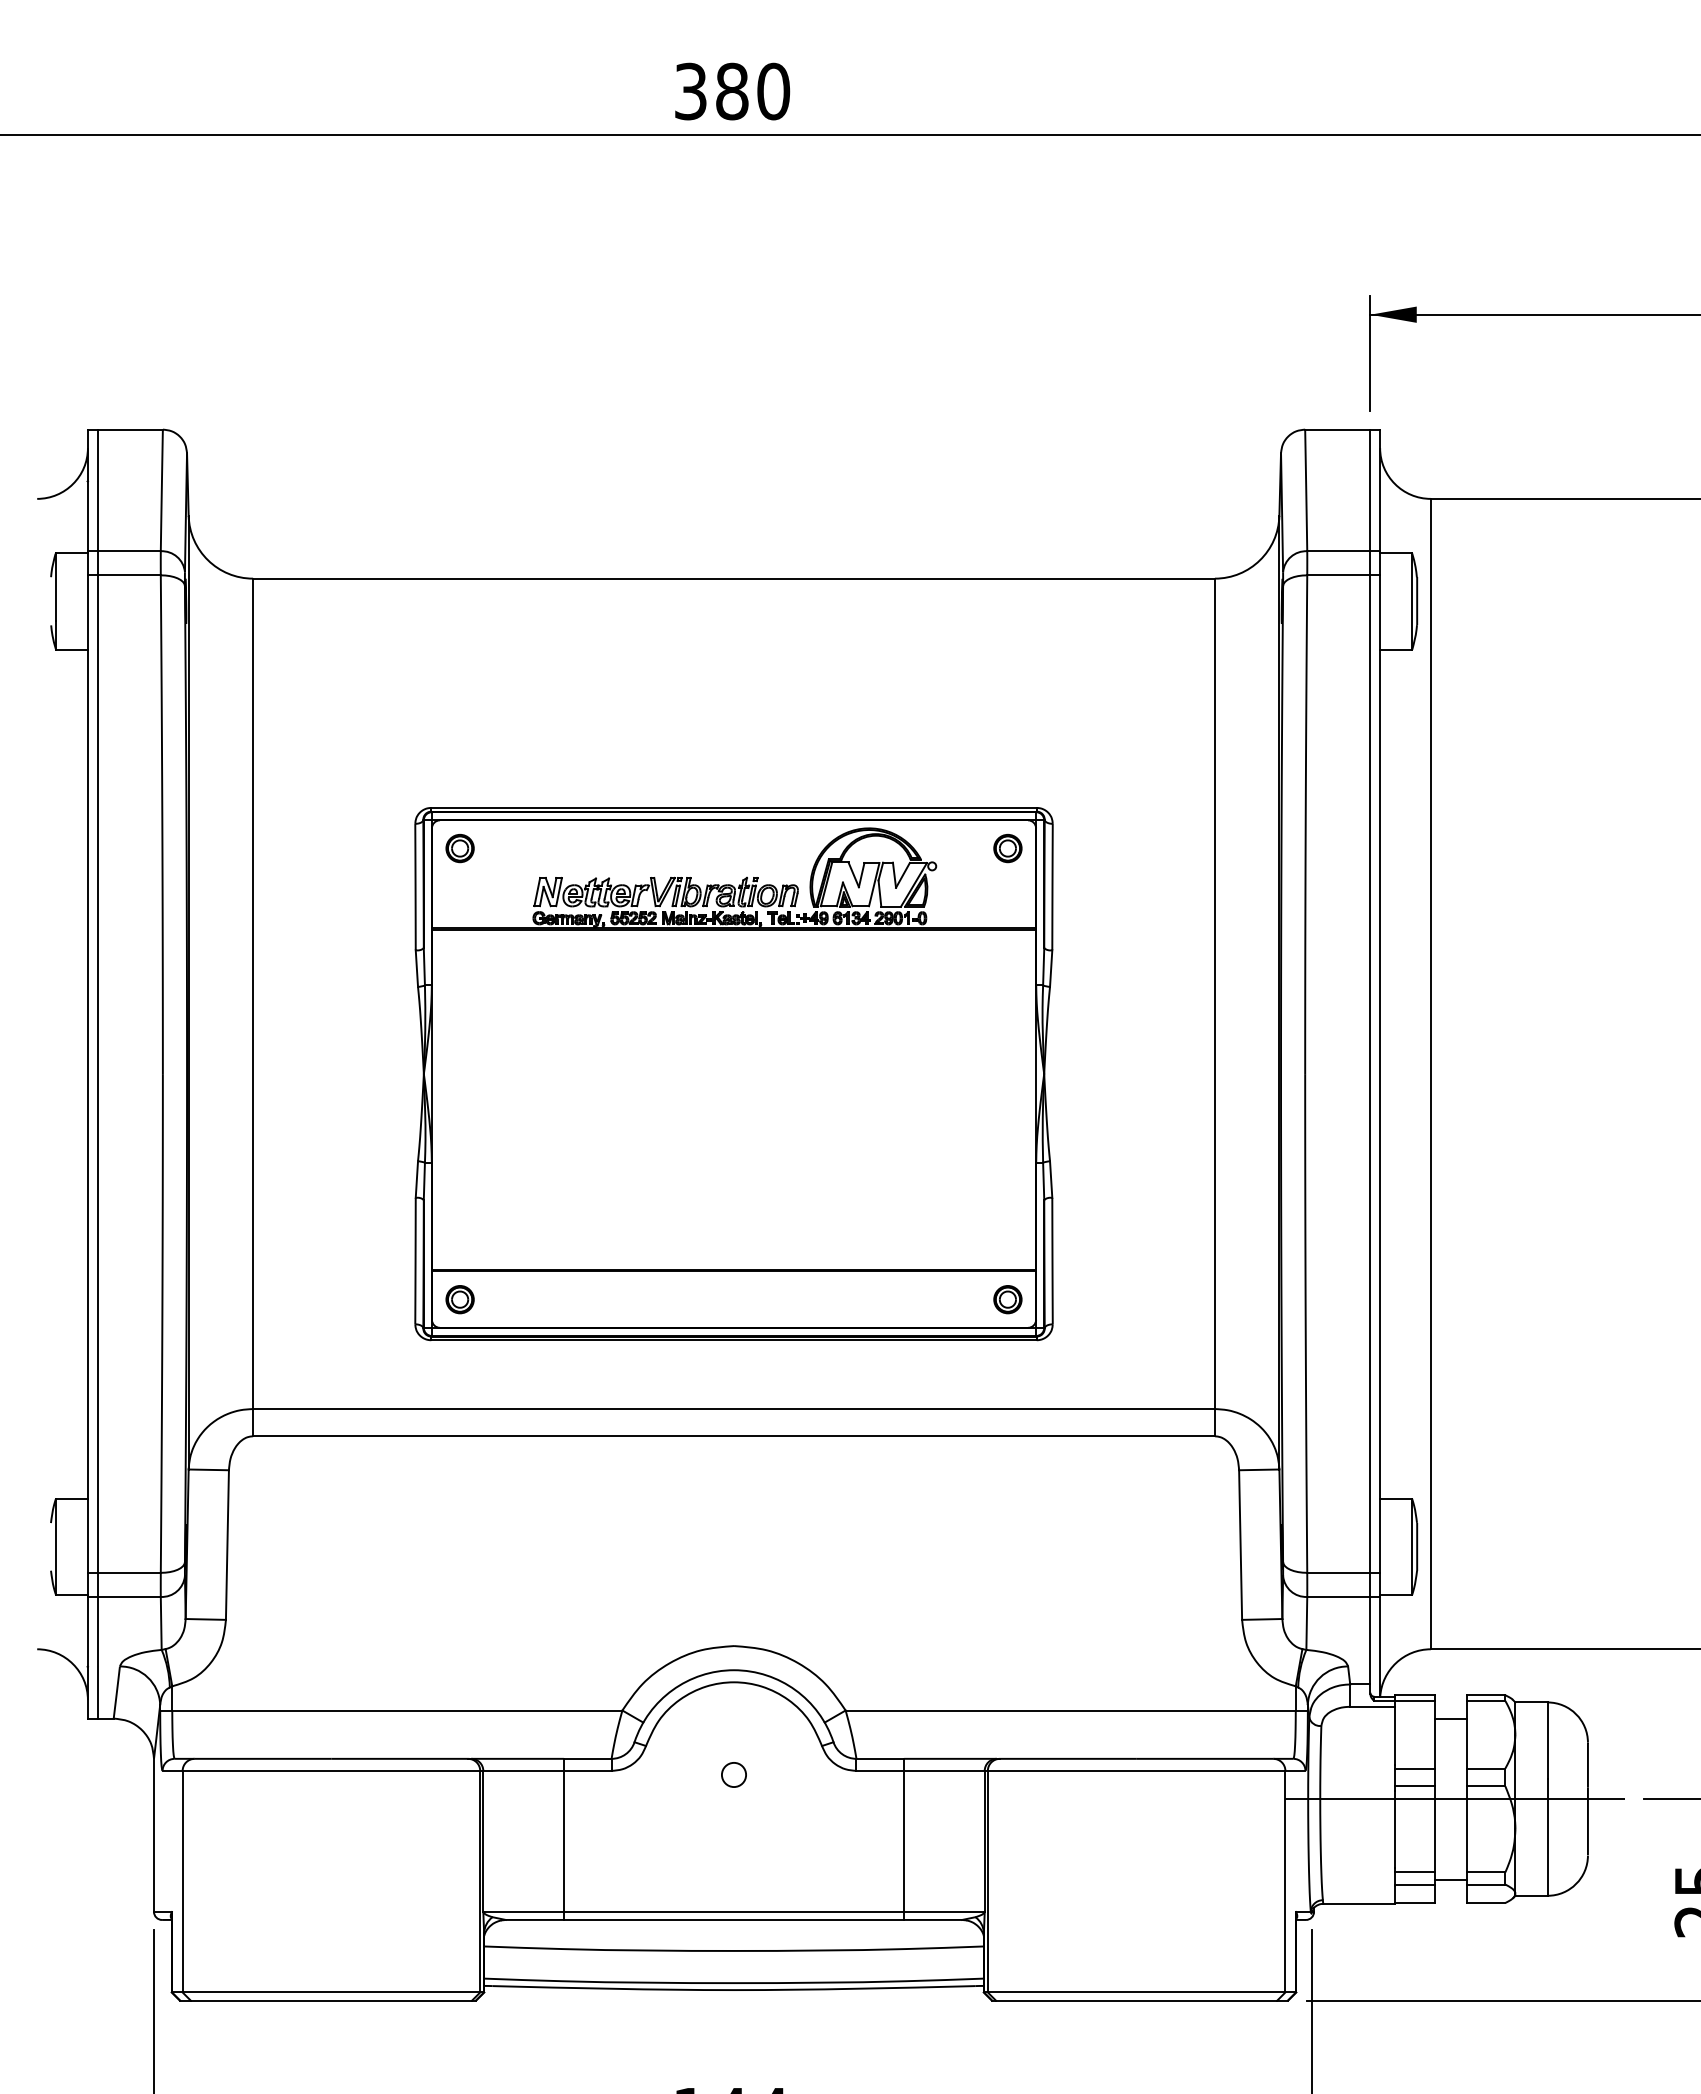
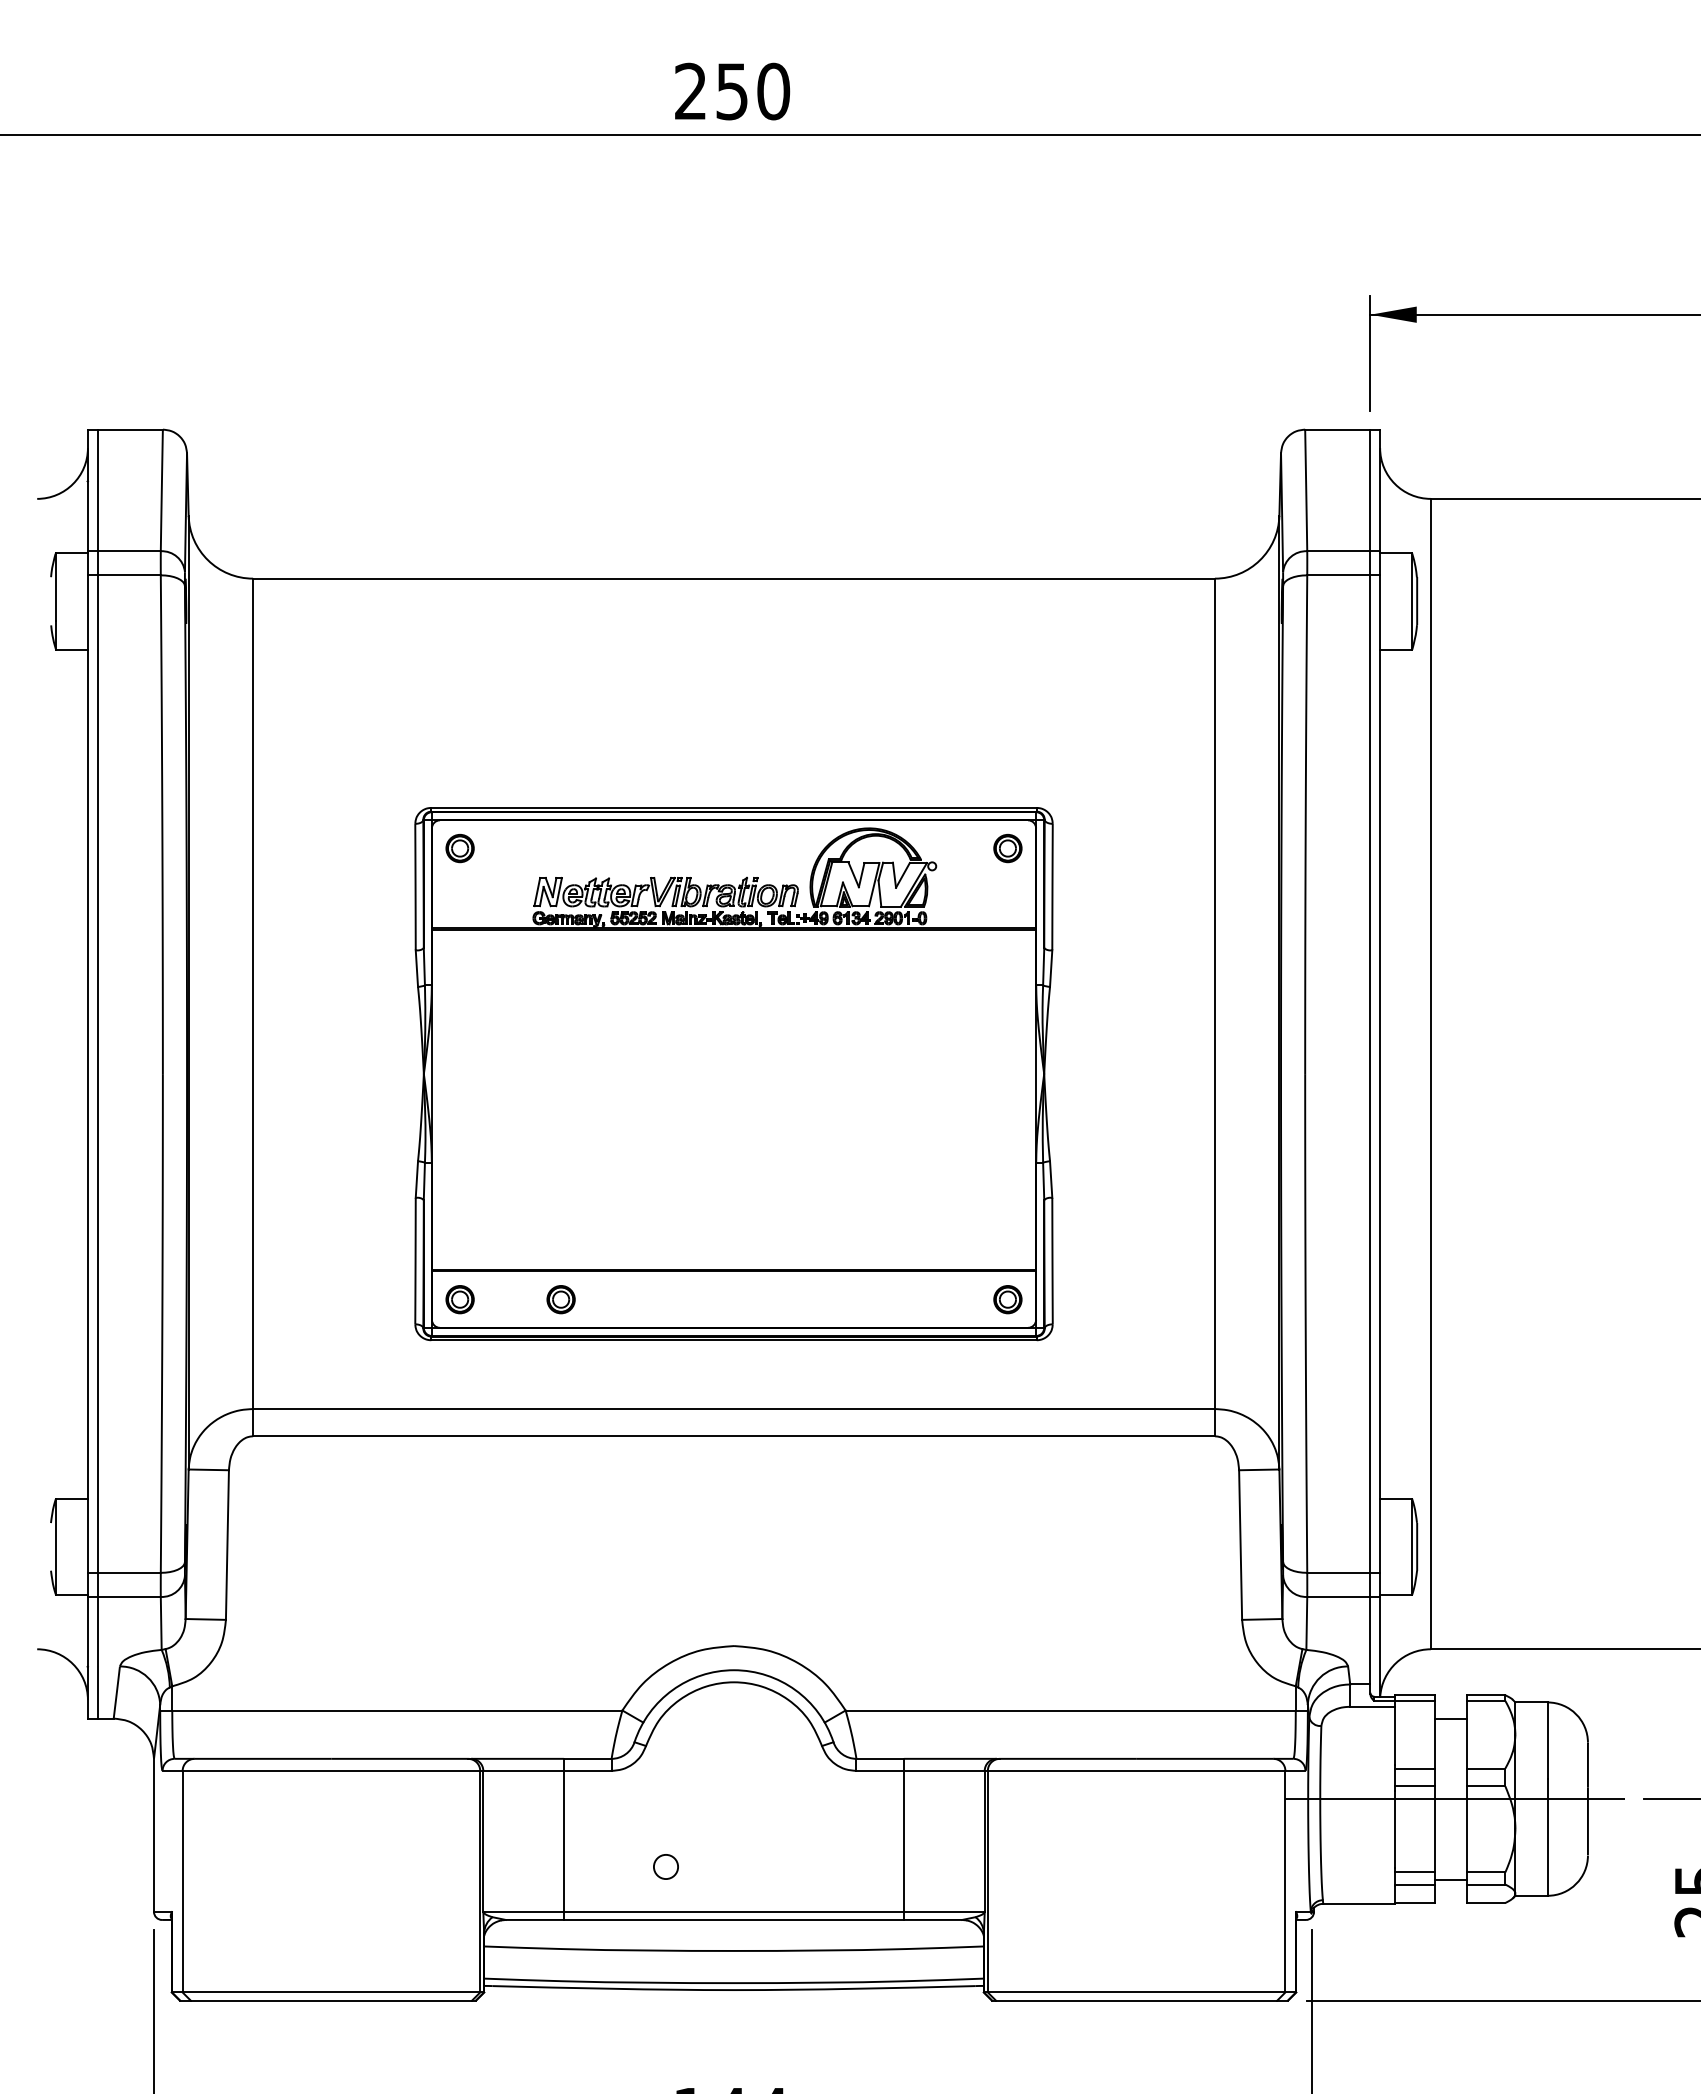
text at (711, 91): 380 -> 250
part at (560, 1299): none -> present
circle at (733, 1774) position: (733, 1774) -> (665, 1866)
